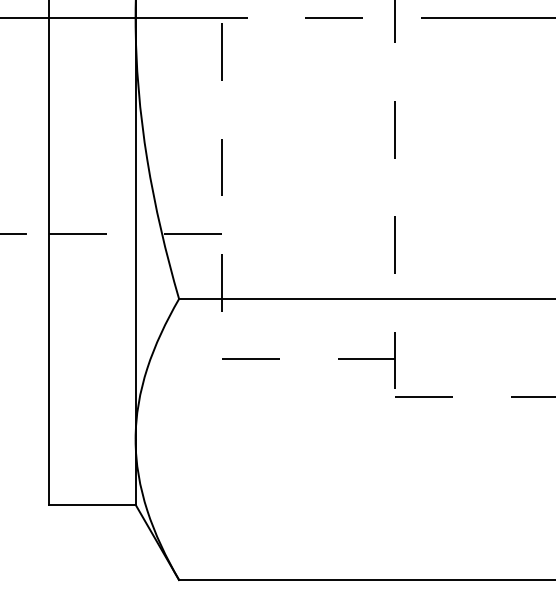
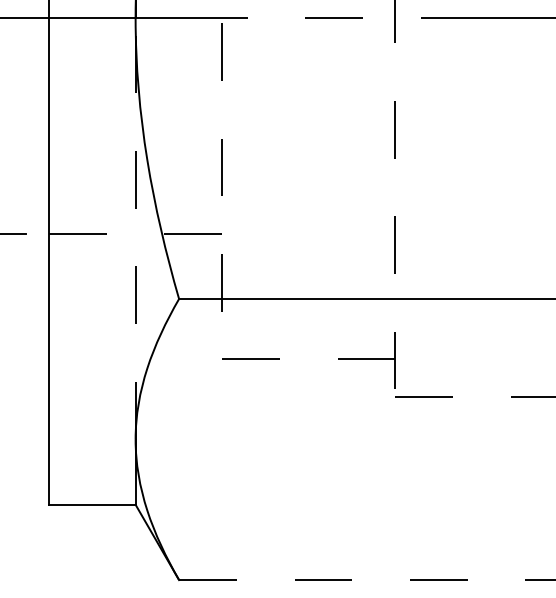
line at (135, 228): solid -> dashed
line at (367, 580): solid -> dashed
